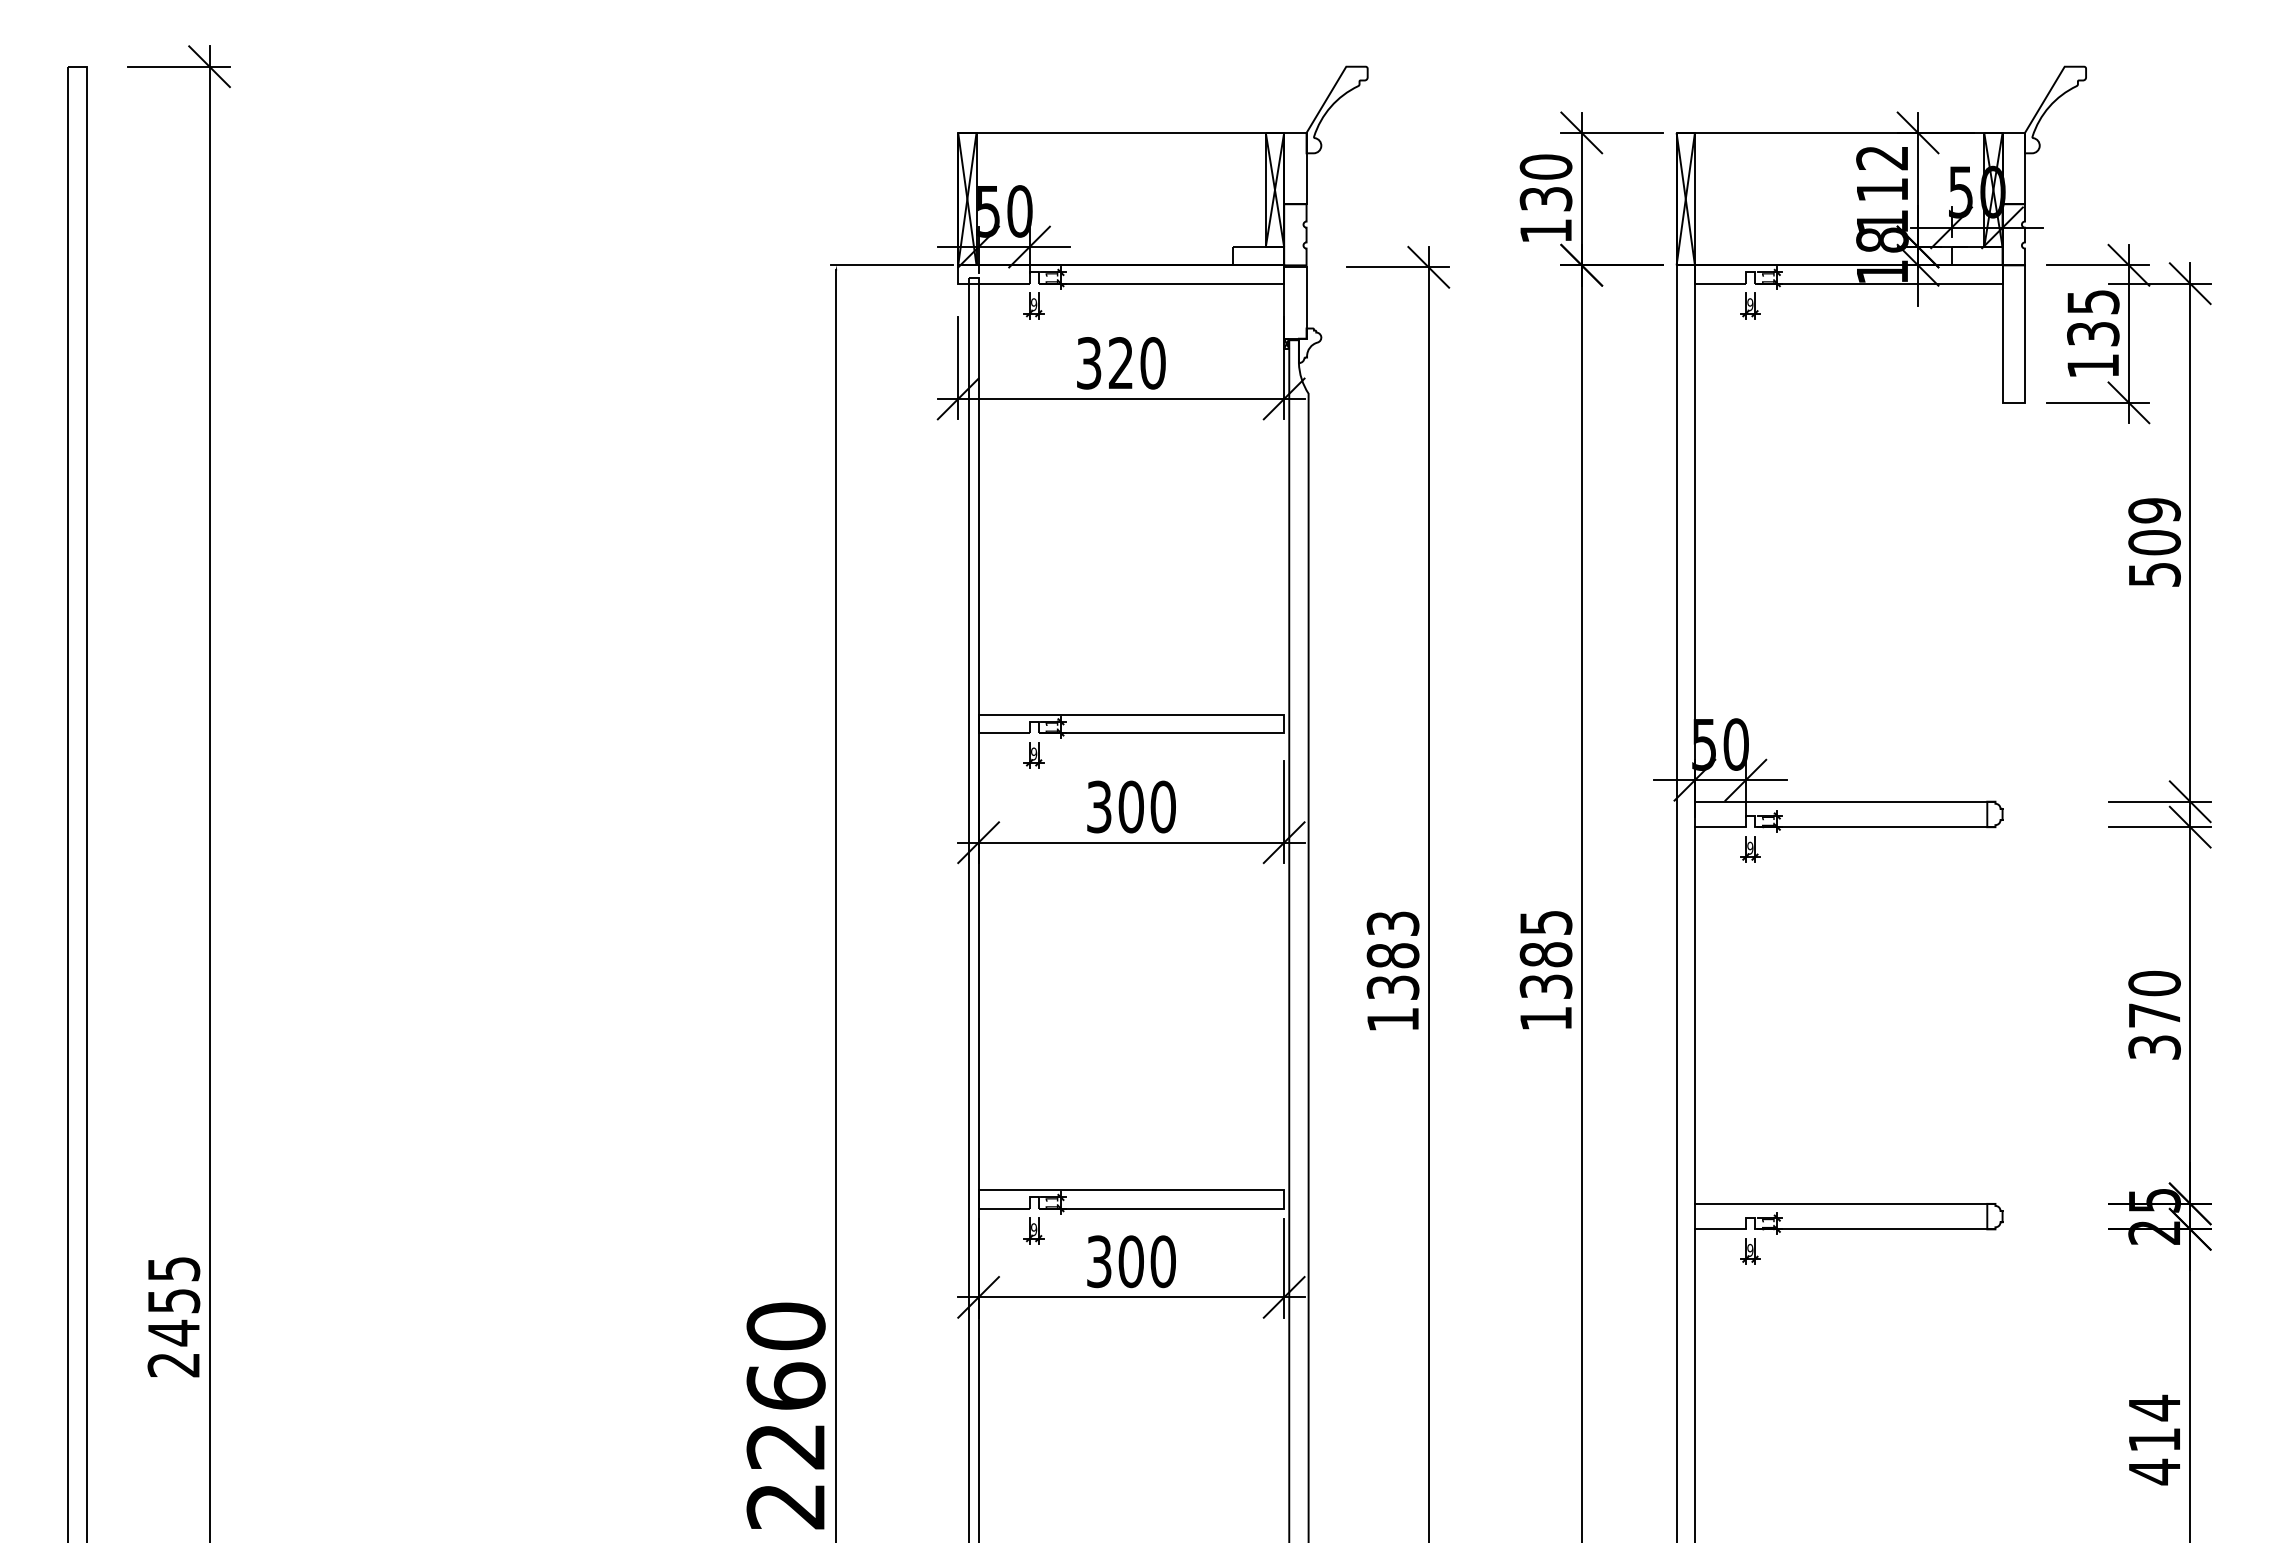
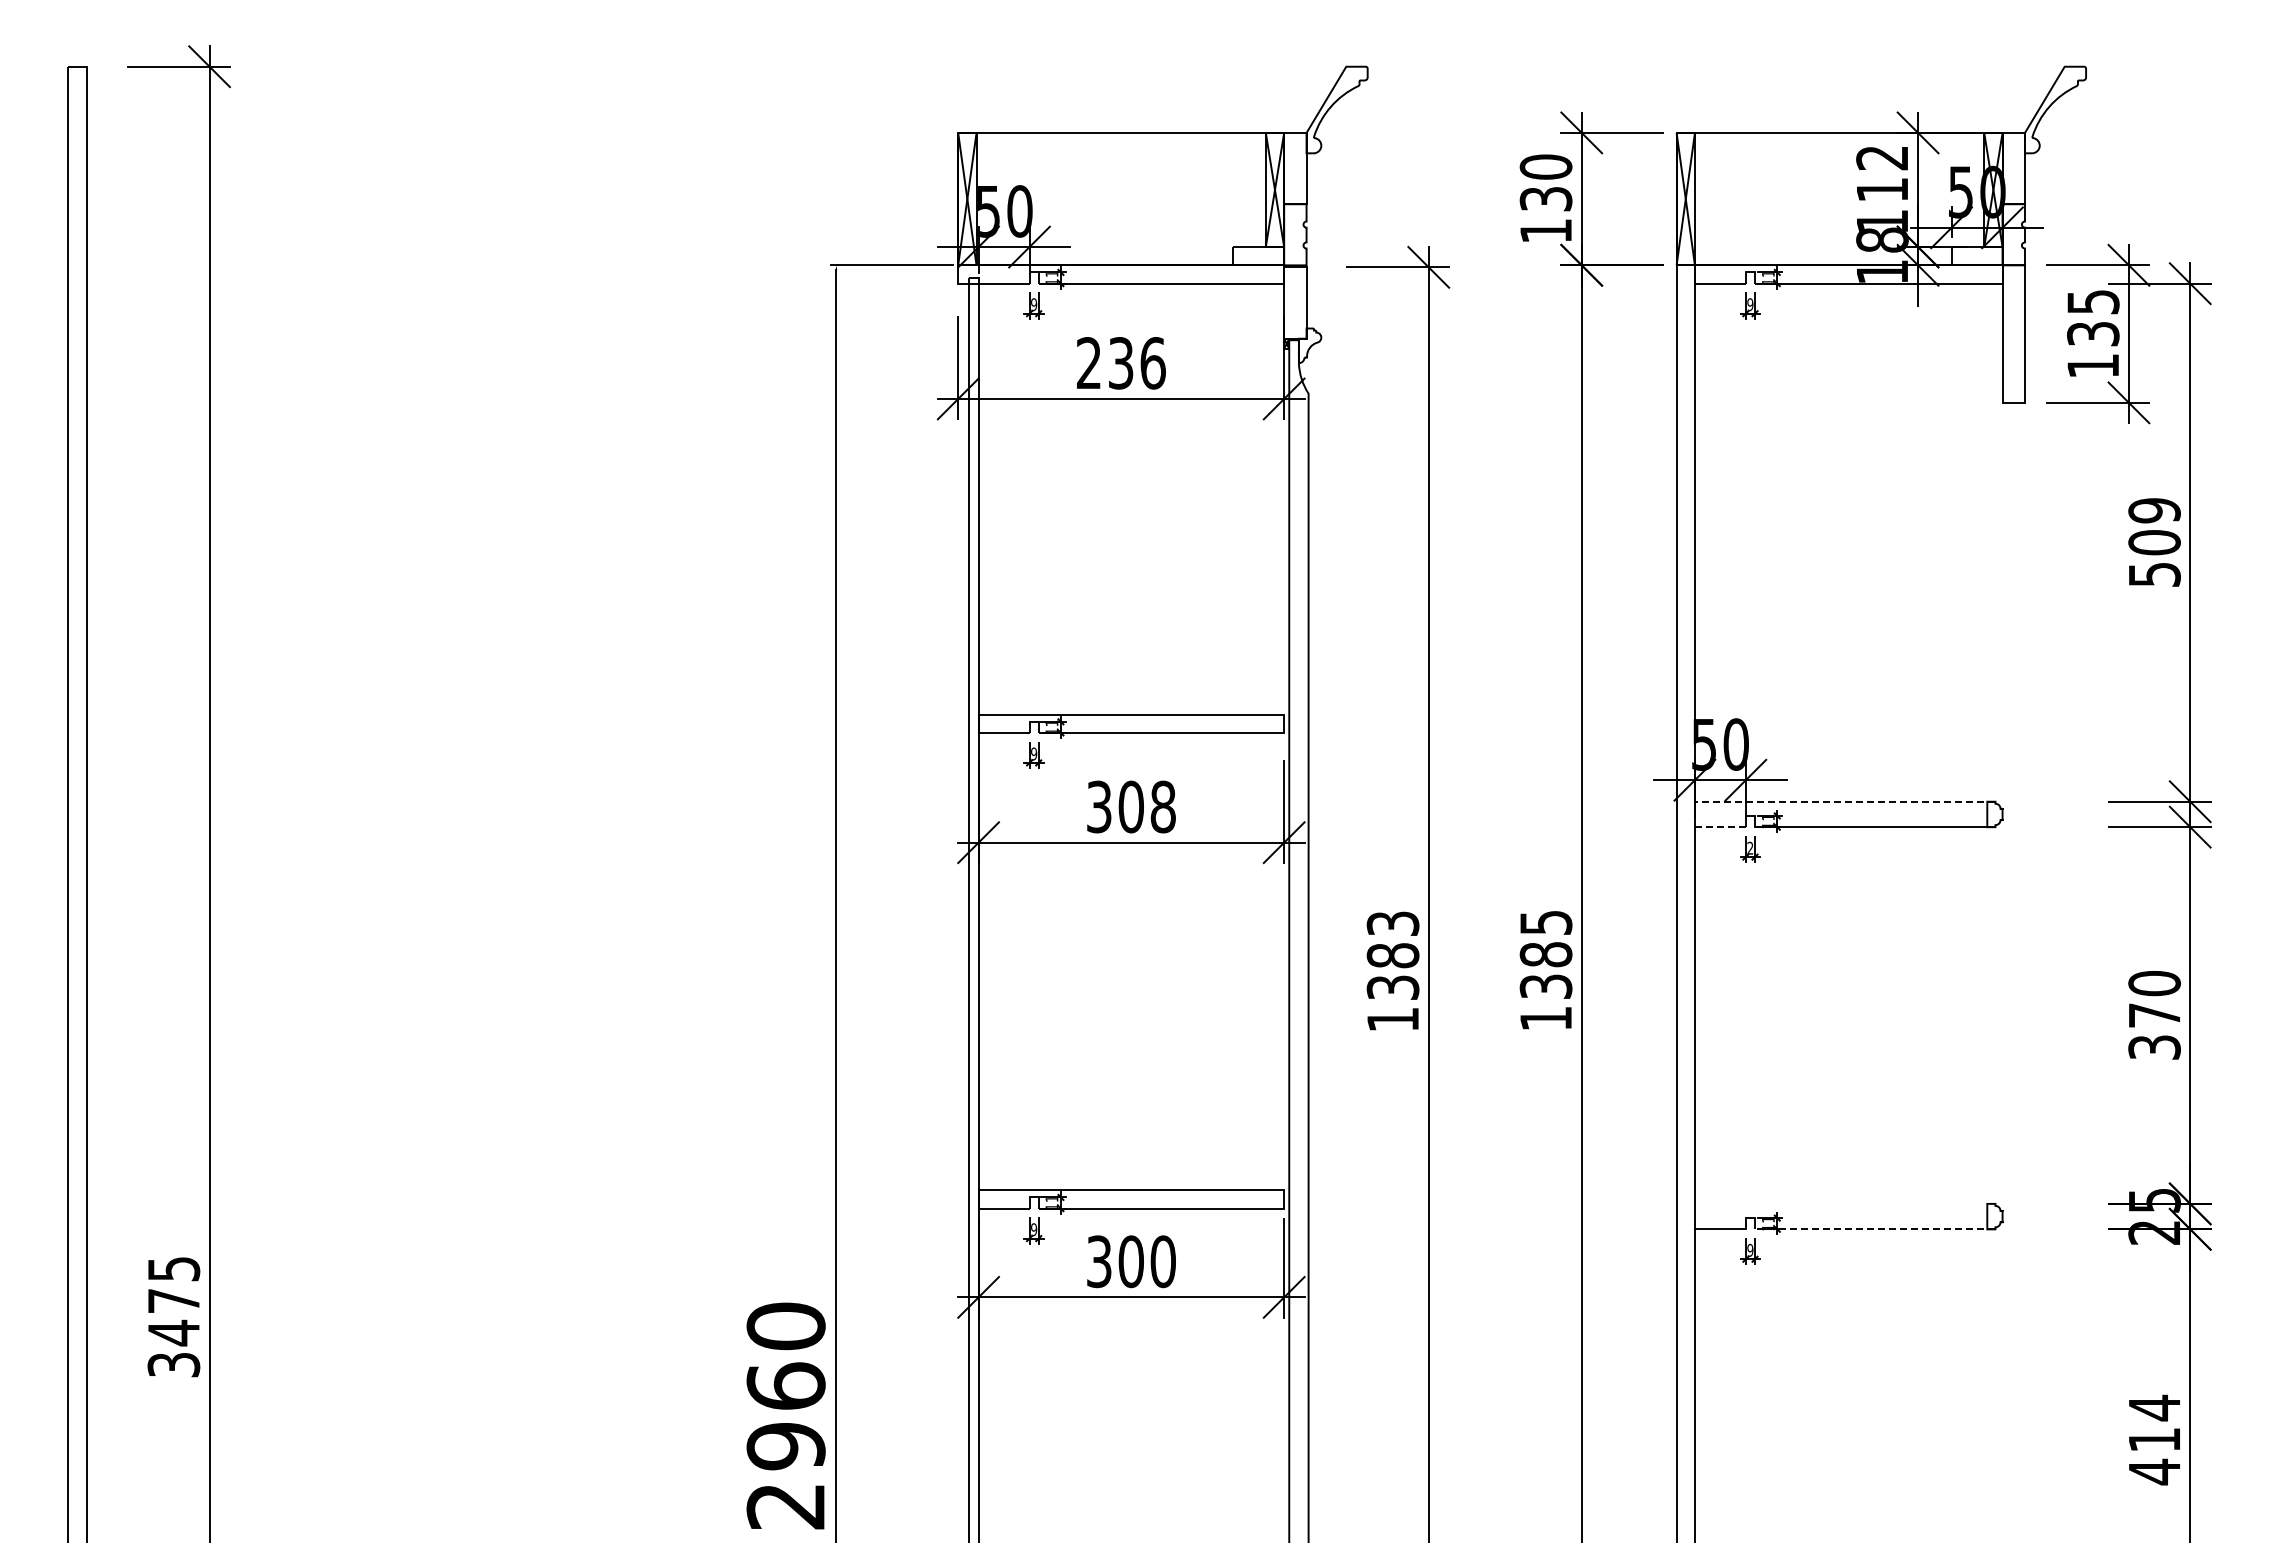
text at (1121, 363): 320 -> 236
line at (1844, 801): solid -> dashed
text at (1162, 806): 300 -> 308
line at (1719, 827): solid -> dashed
text at (1750, 847): 9 -> 2
line at (1844, 1203): present -> none
line at (1874, 1229): solid -> dashed
text at (173, 1333): 2455 -> 3475
text at (785, 1446): 2260 -> 2960
